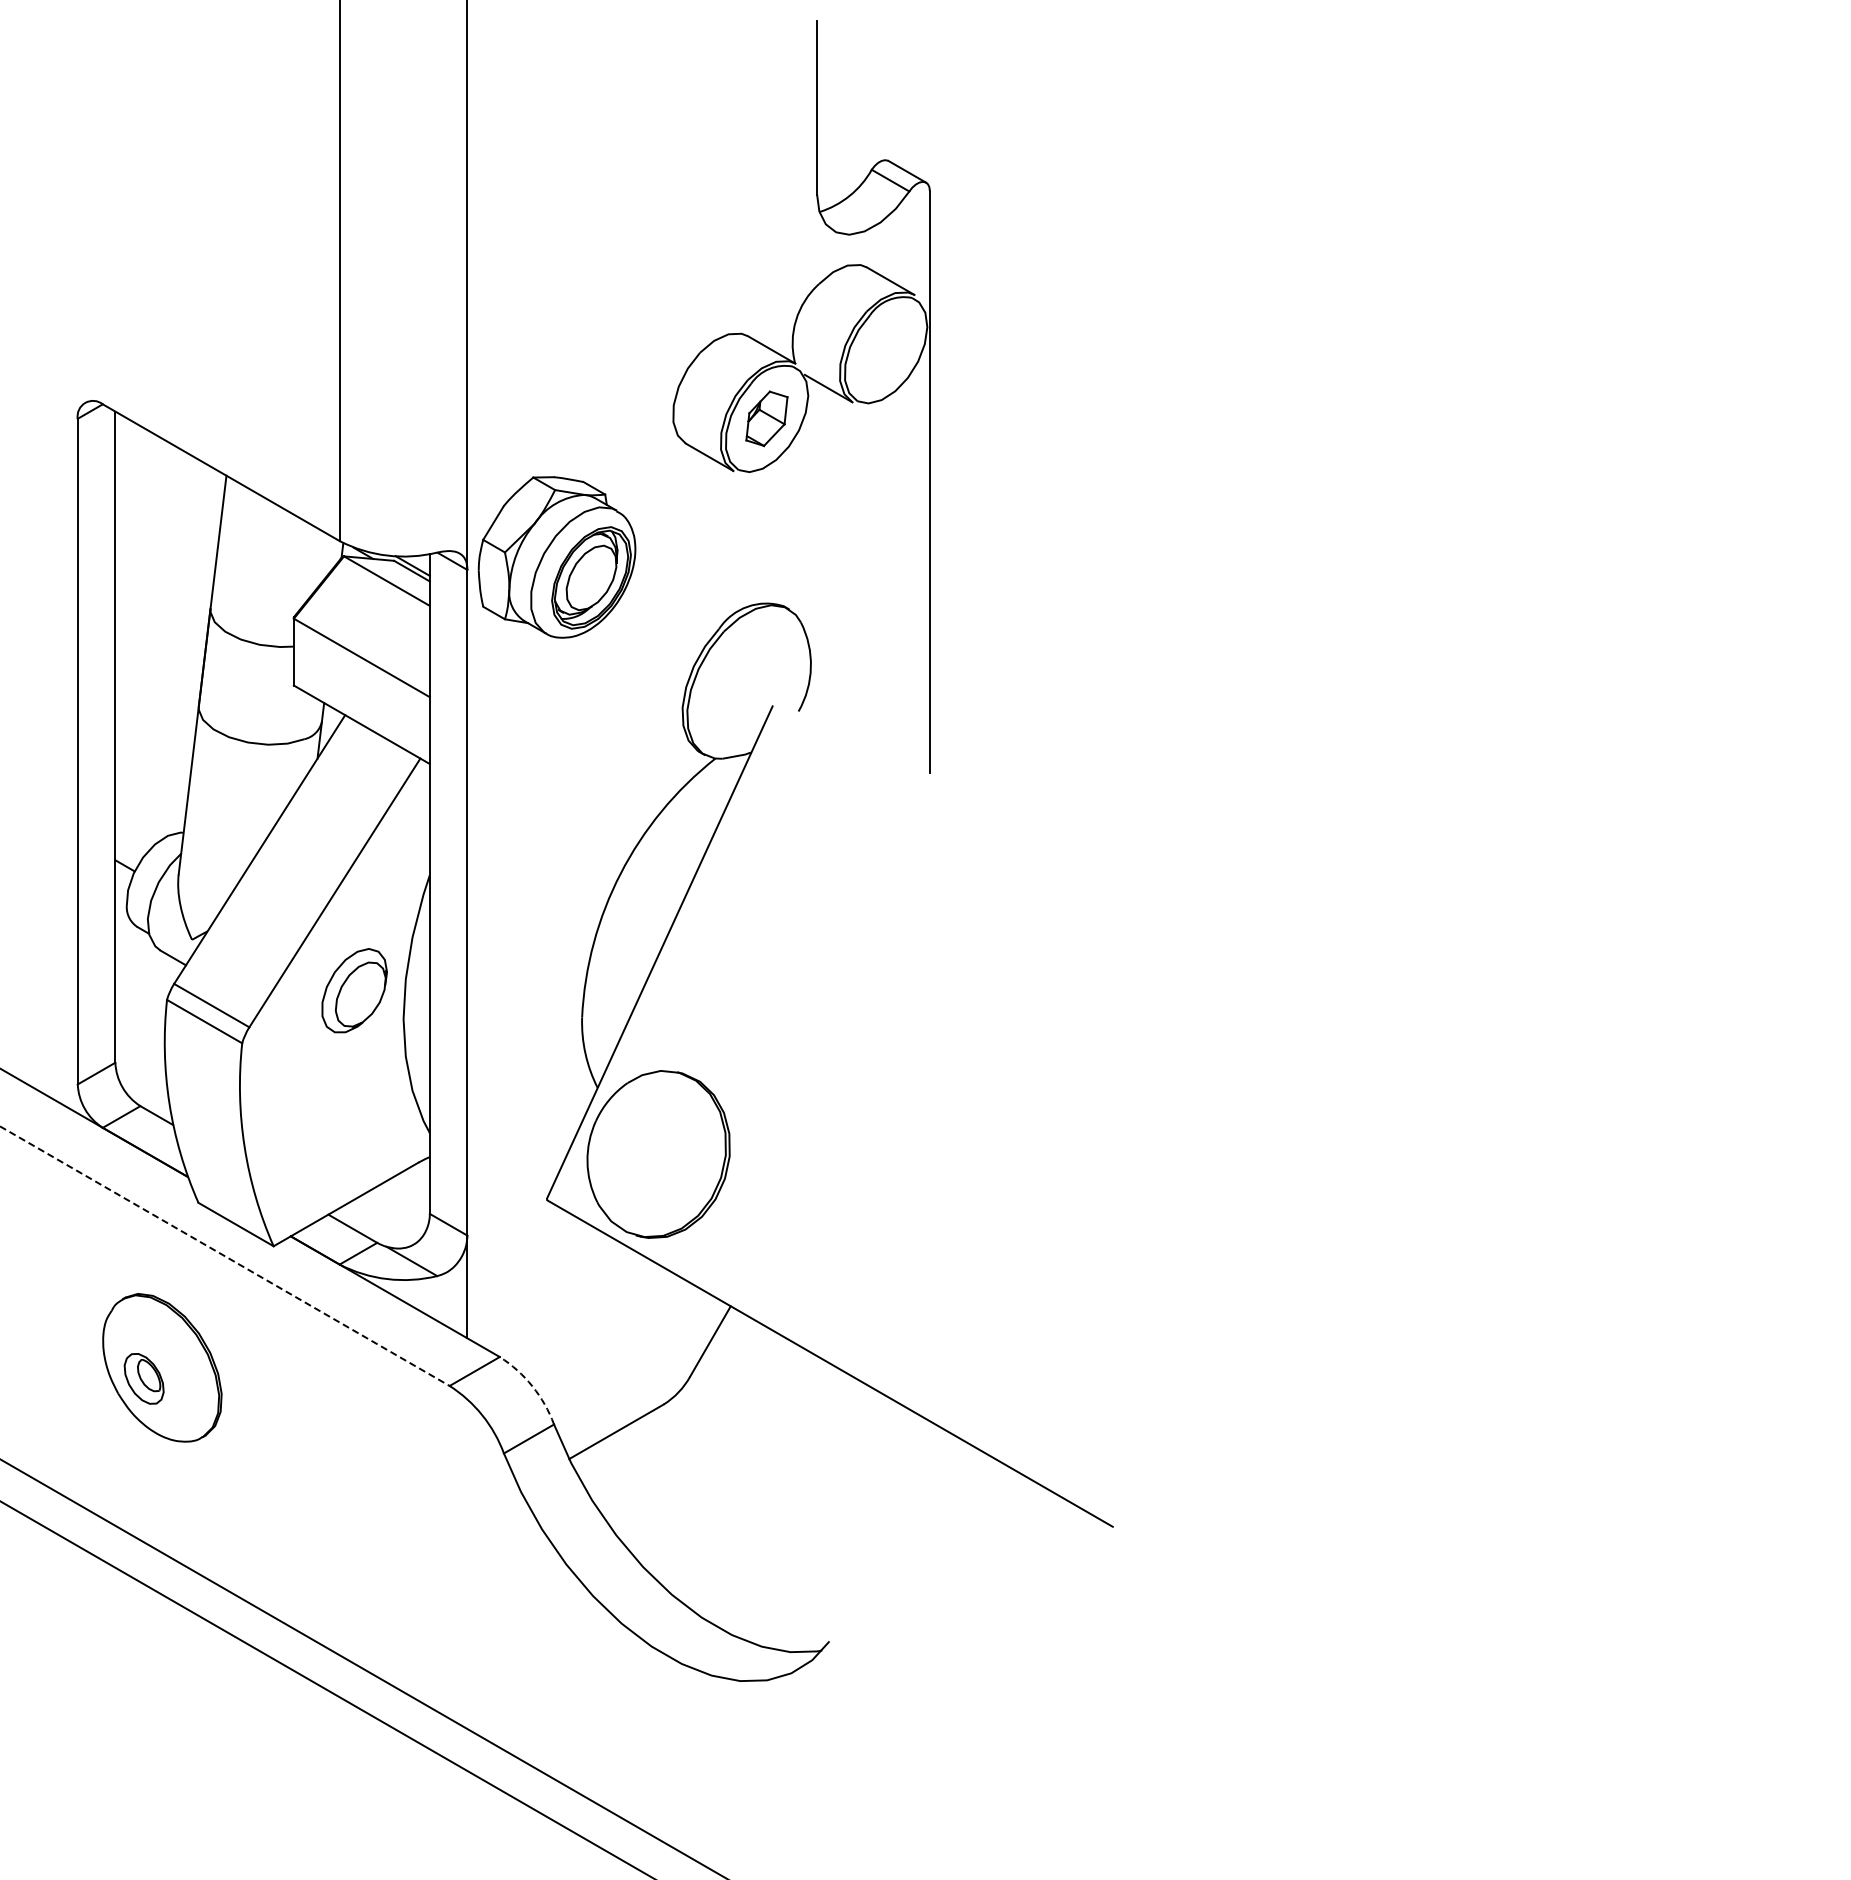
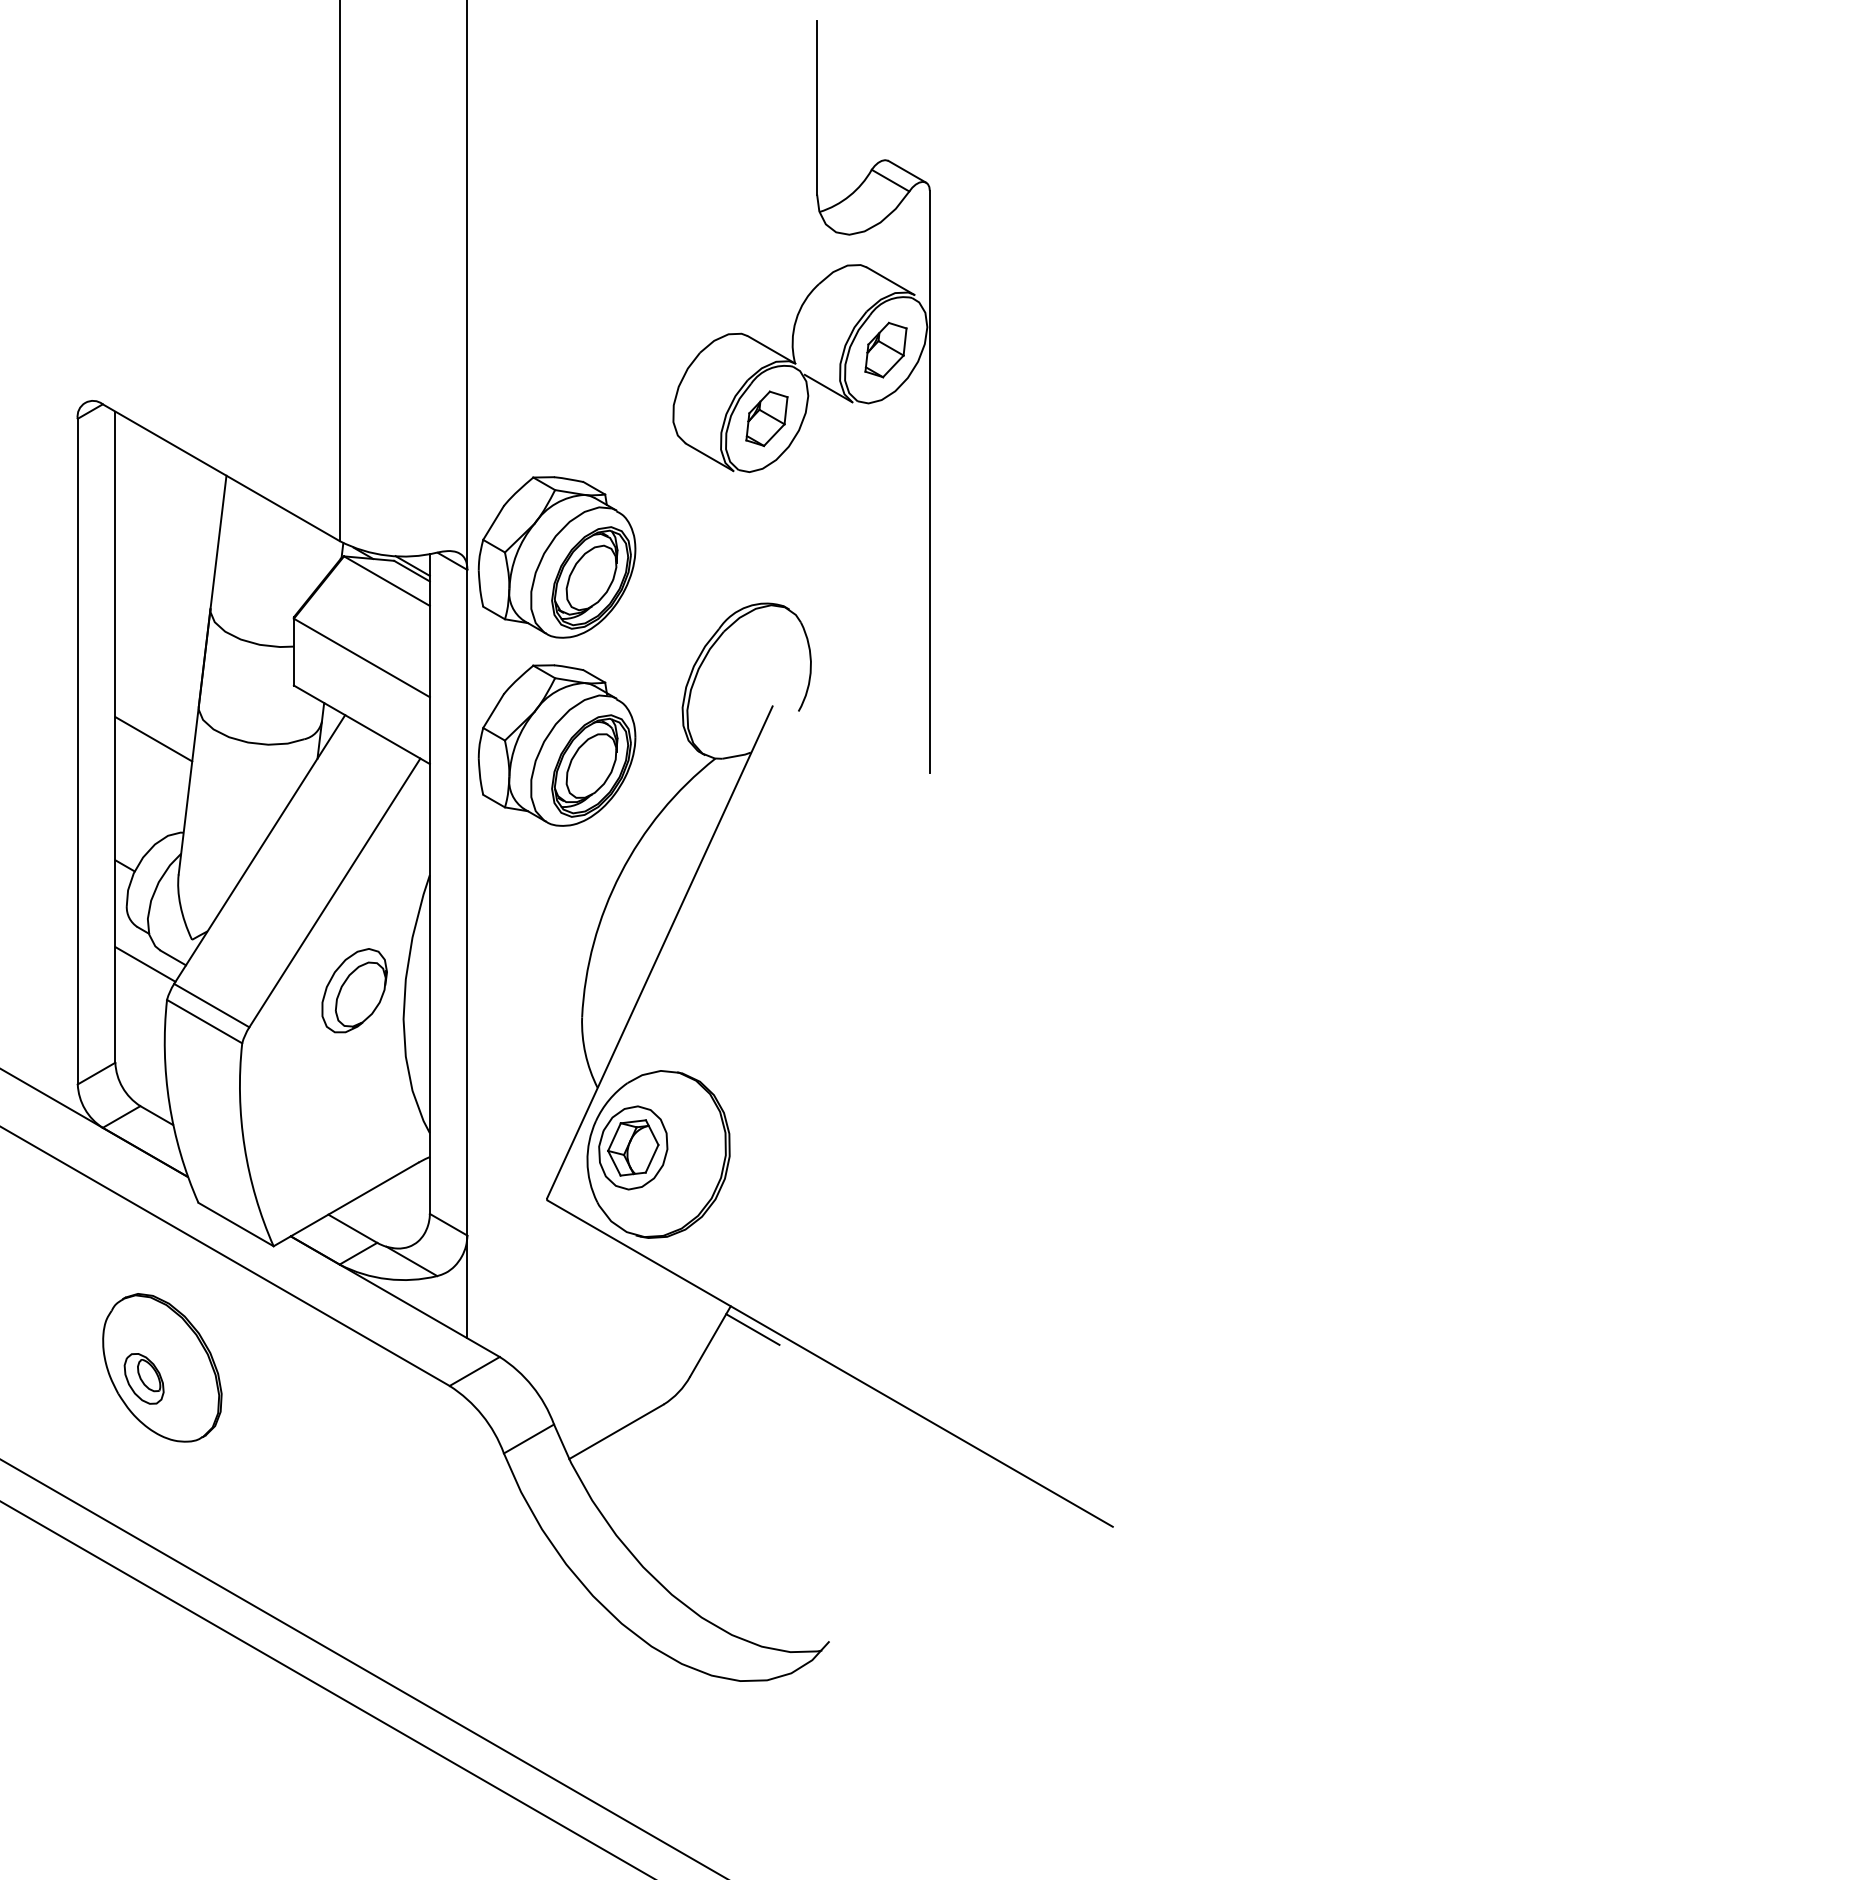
part at (885, 349): none -> present
line at (153, 739): none -> present
part at (556, 745): none -> present
line at (145, 964): none -> present
part at (633, 1147): none -> present
line at (225, 1256): dashed -> solid
line at (752, 1329): none -> present
arc at (532, 1386): dashed -> solid
